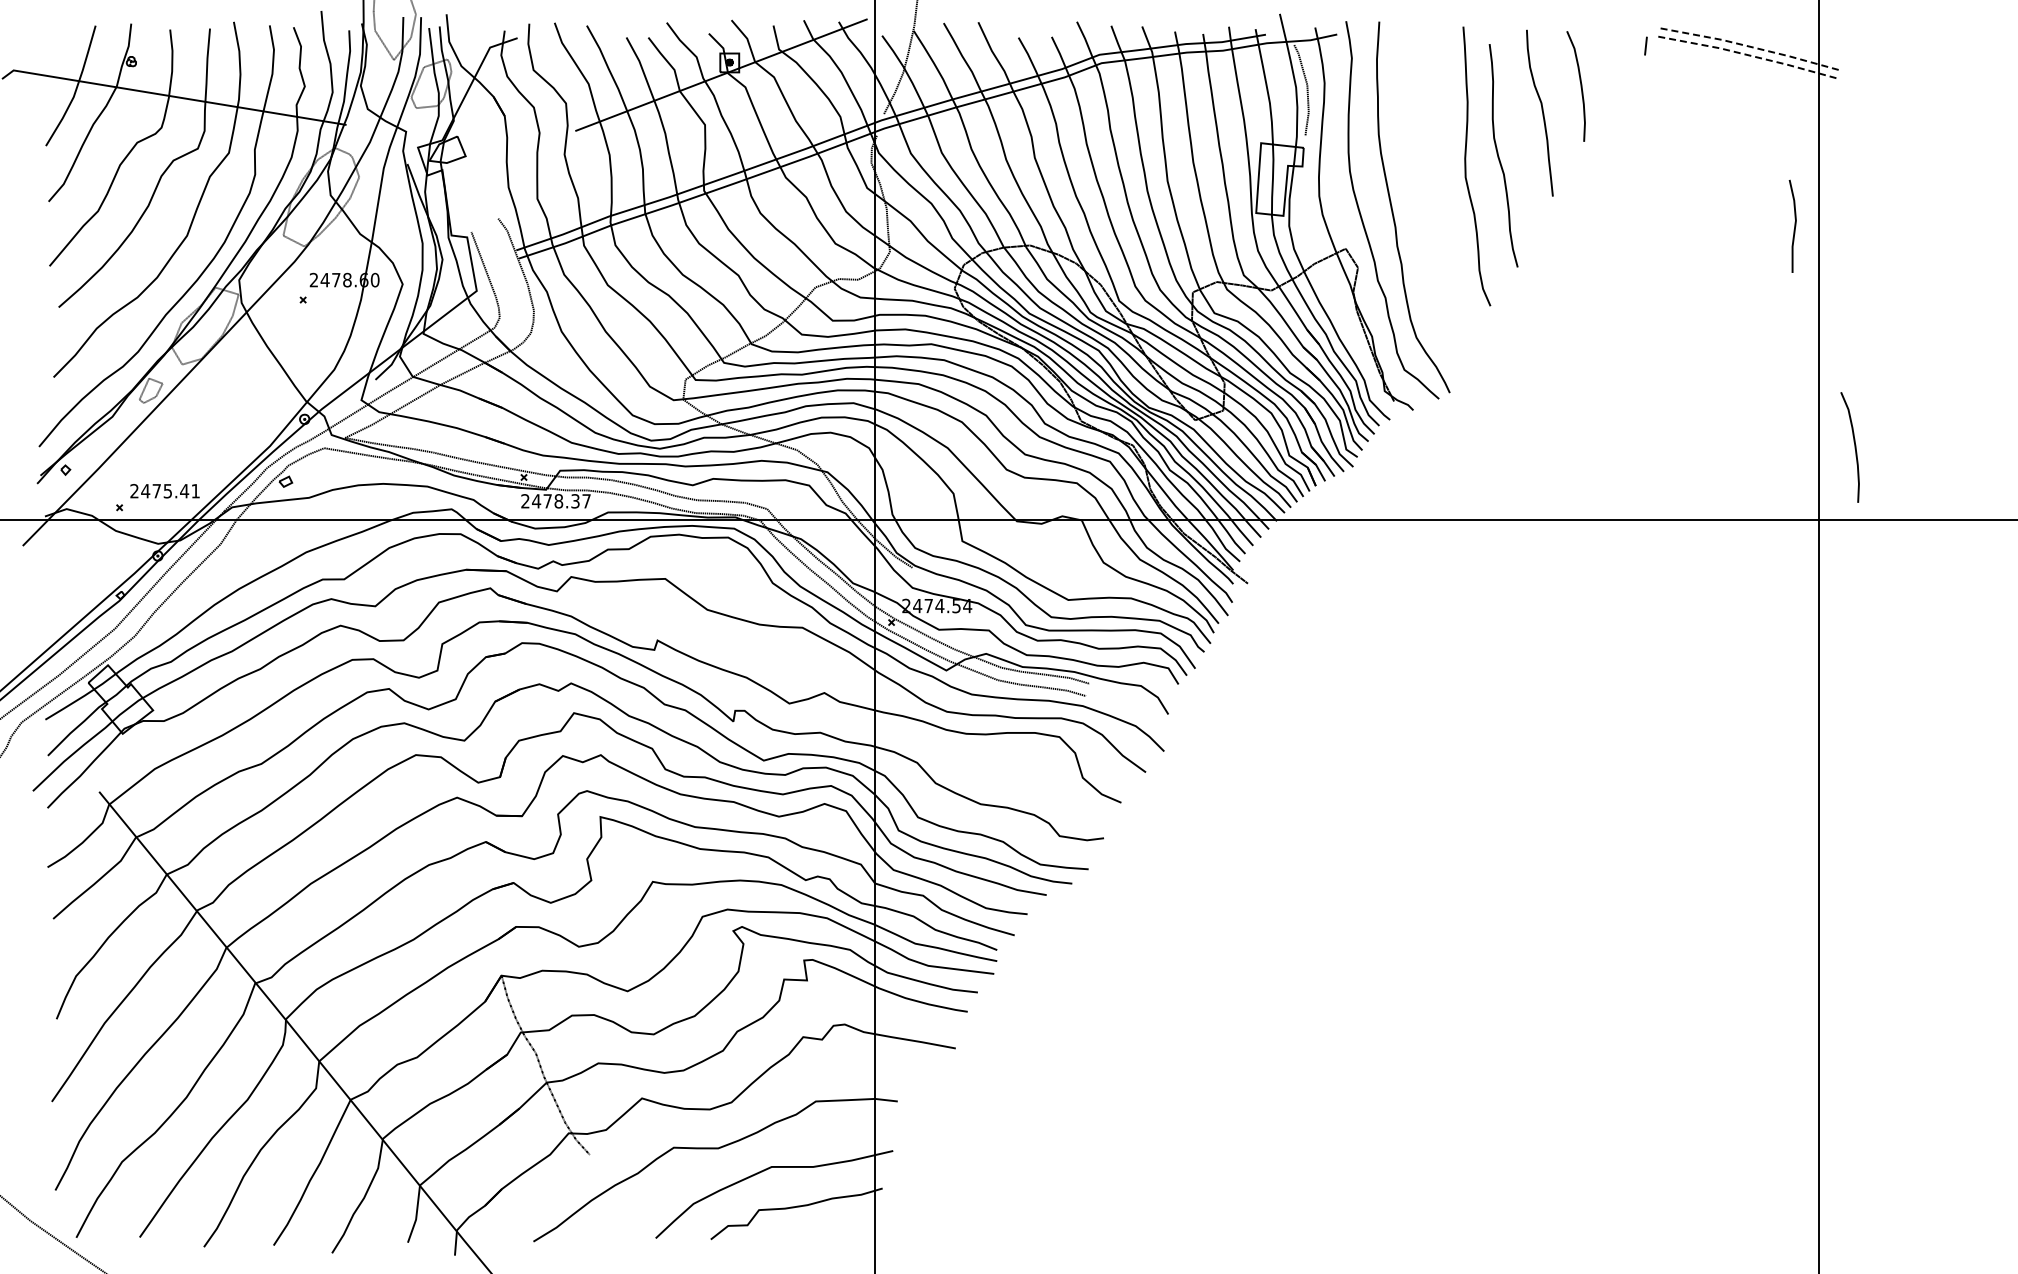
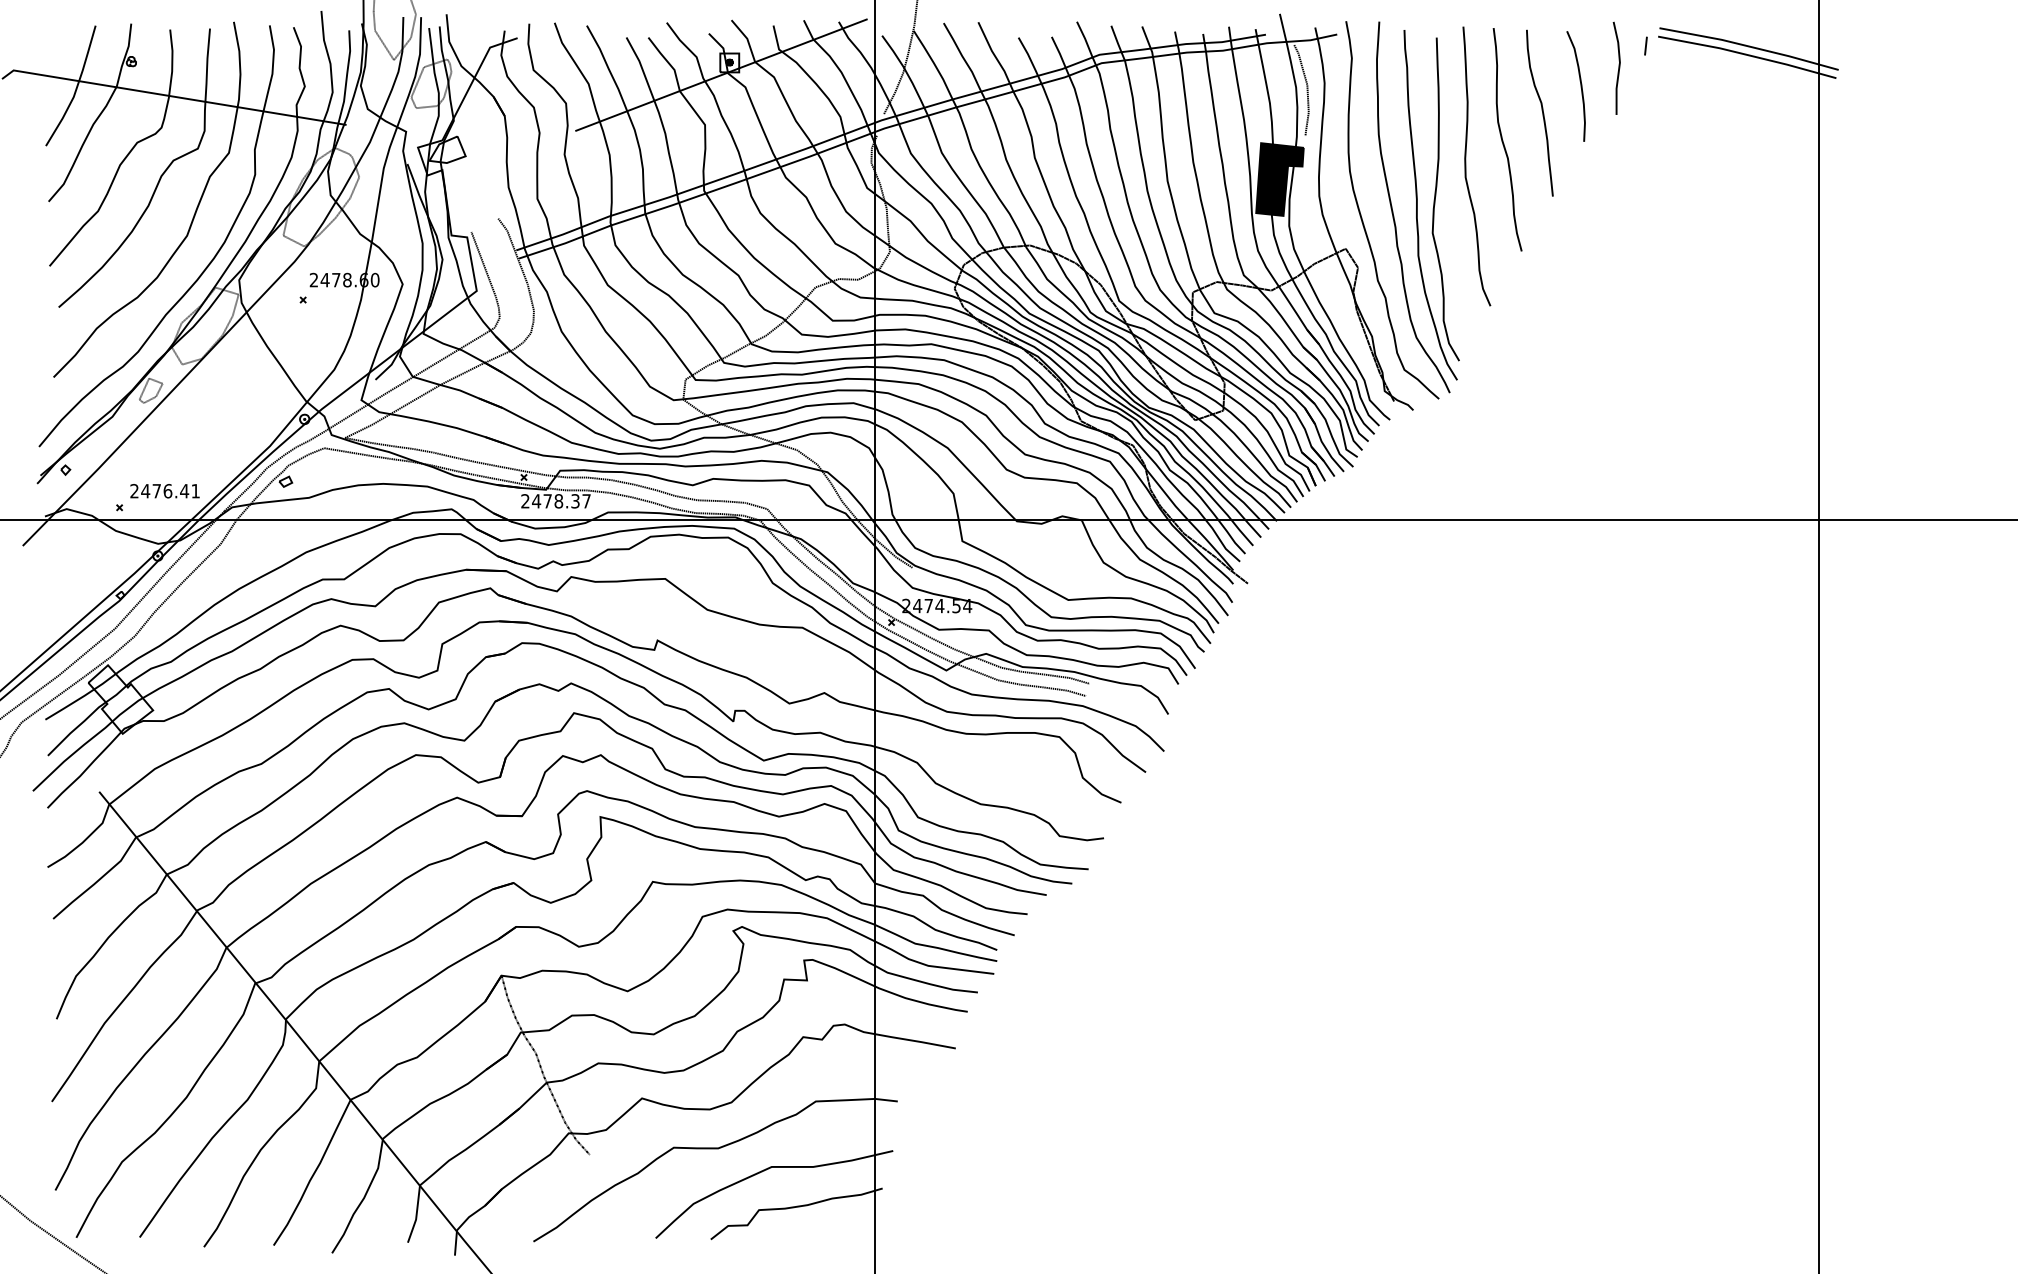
line at (1749, 46): dashed -> solid
line at (1747, 55): dashed -> solid
curve at (1499, 156) position: (1499, 156) -> (1503, 140)
fill at (1279, 179): none -> present
part at (1431, 205): none -> present
line at (1794, 225) position: (1794, 225) -> (1618, 67)
curve at (1854, 447): present -> none
text at (167, 491): 2475.41 -> 2476.41
